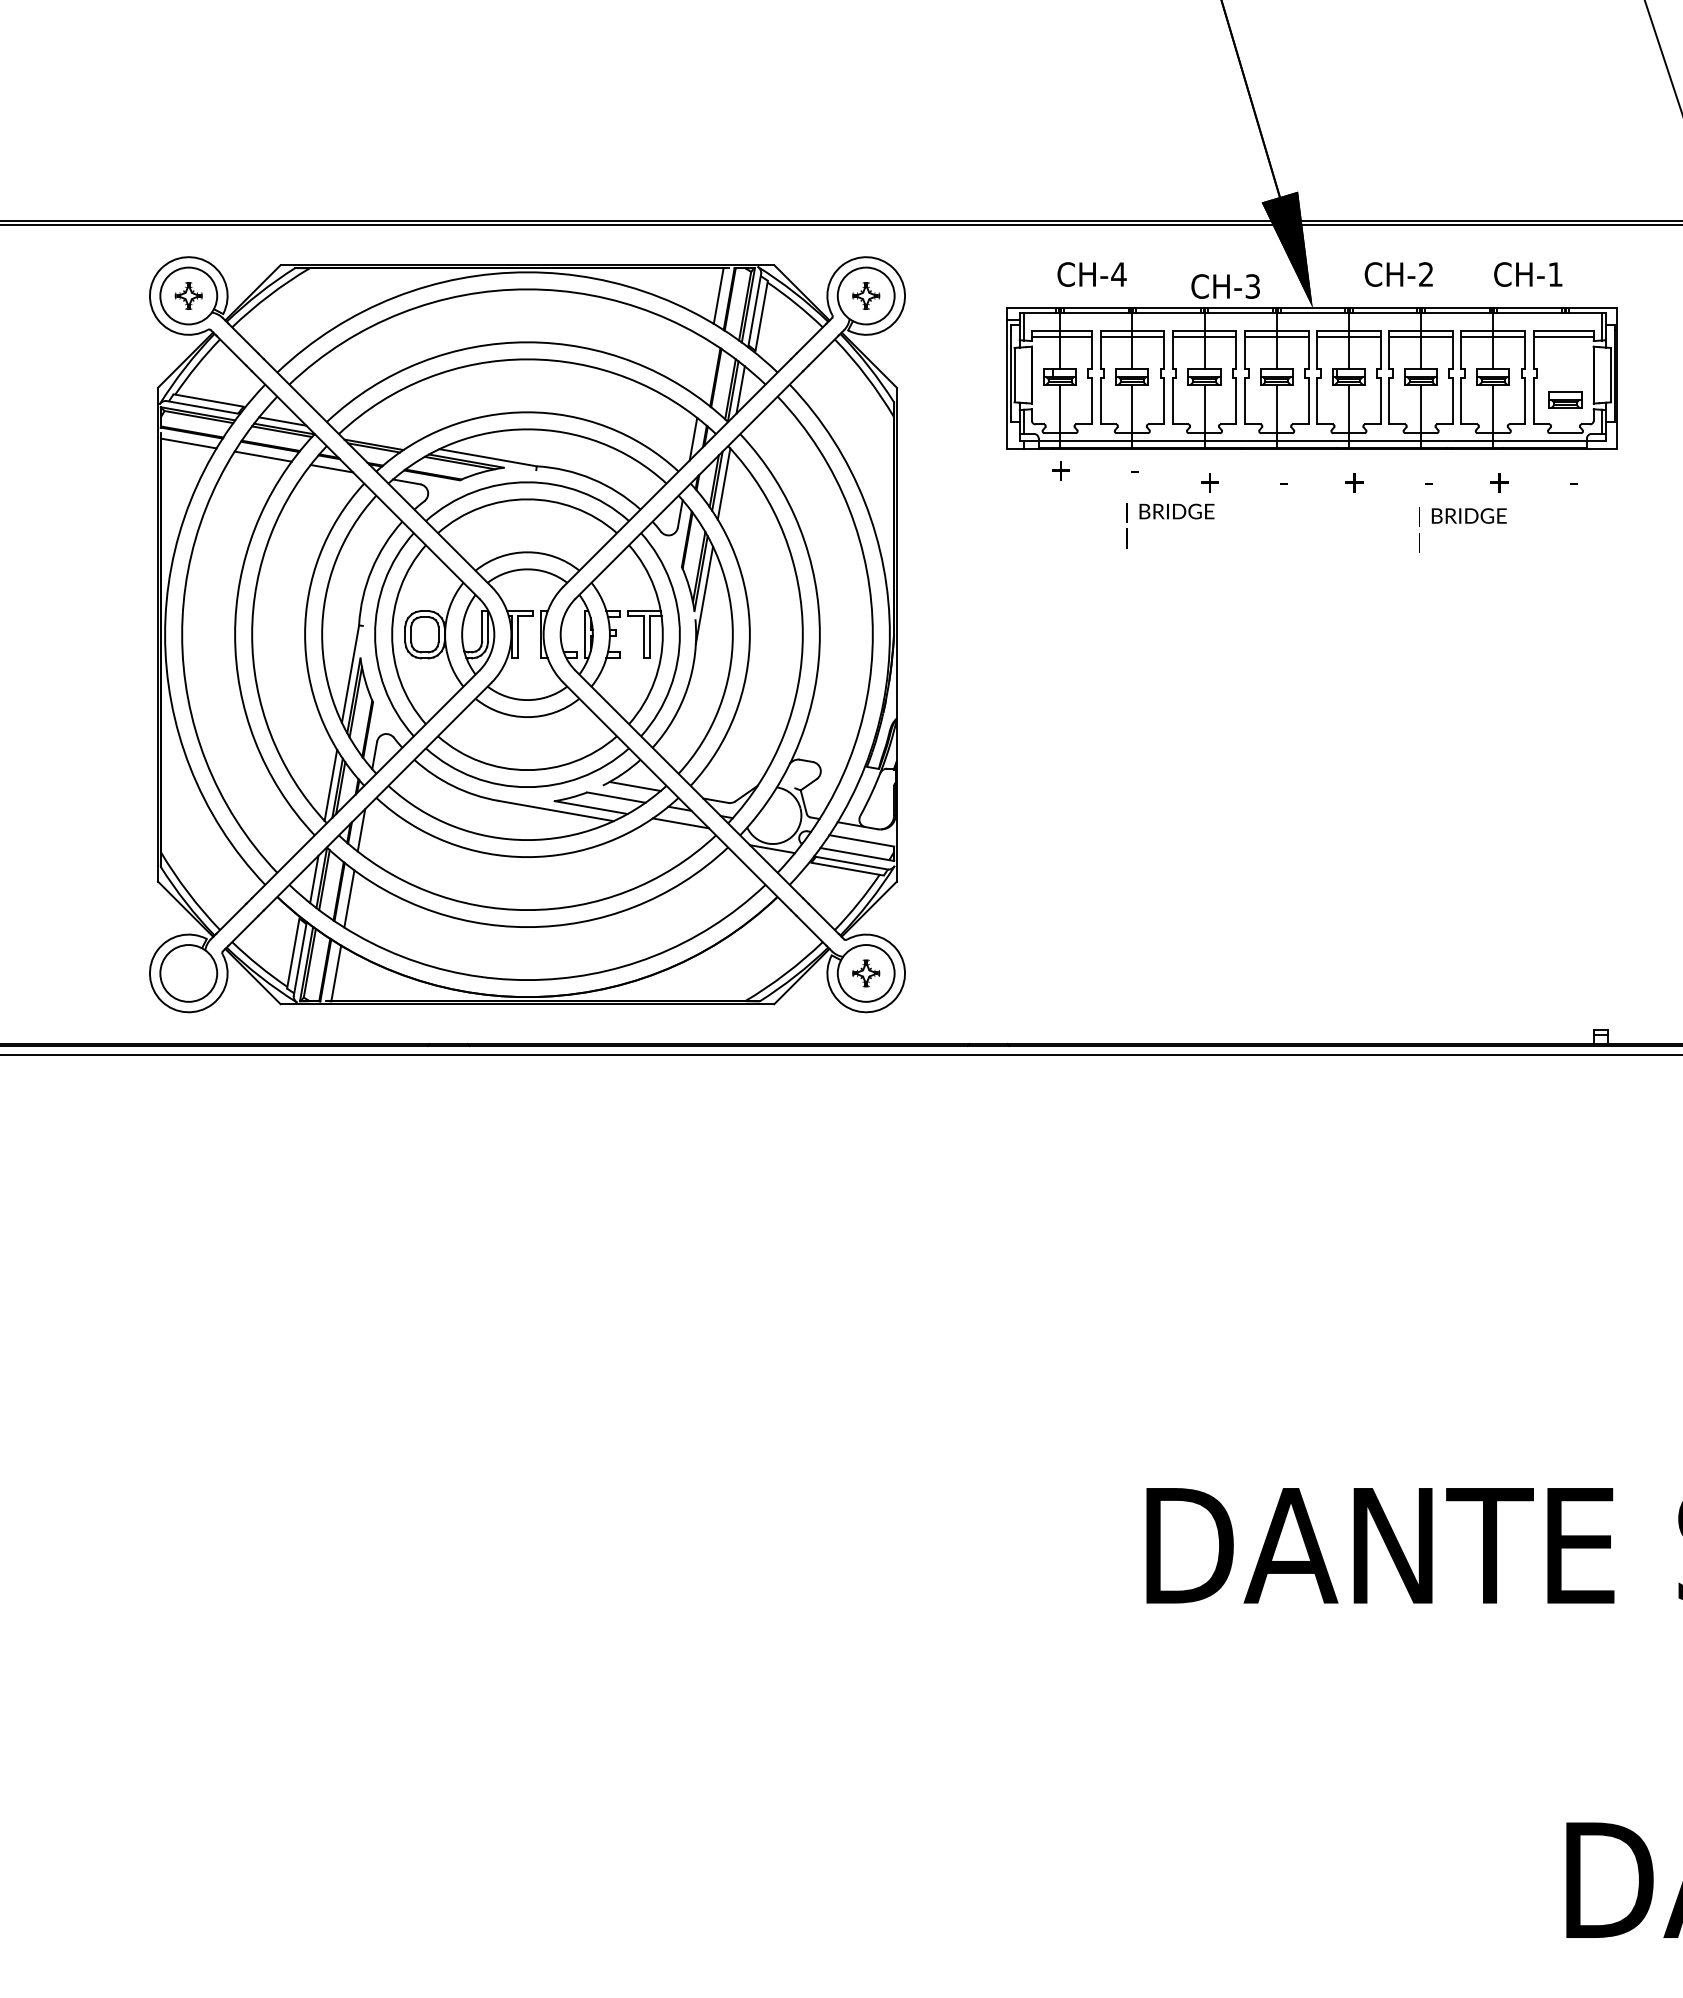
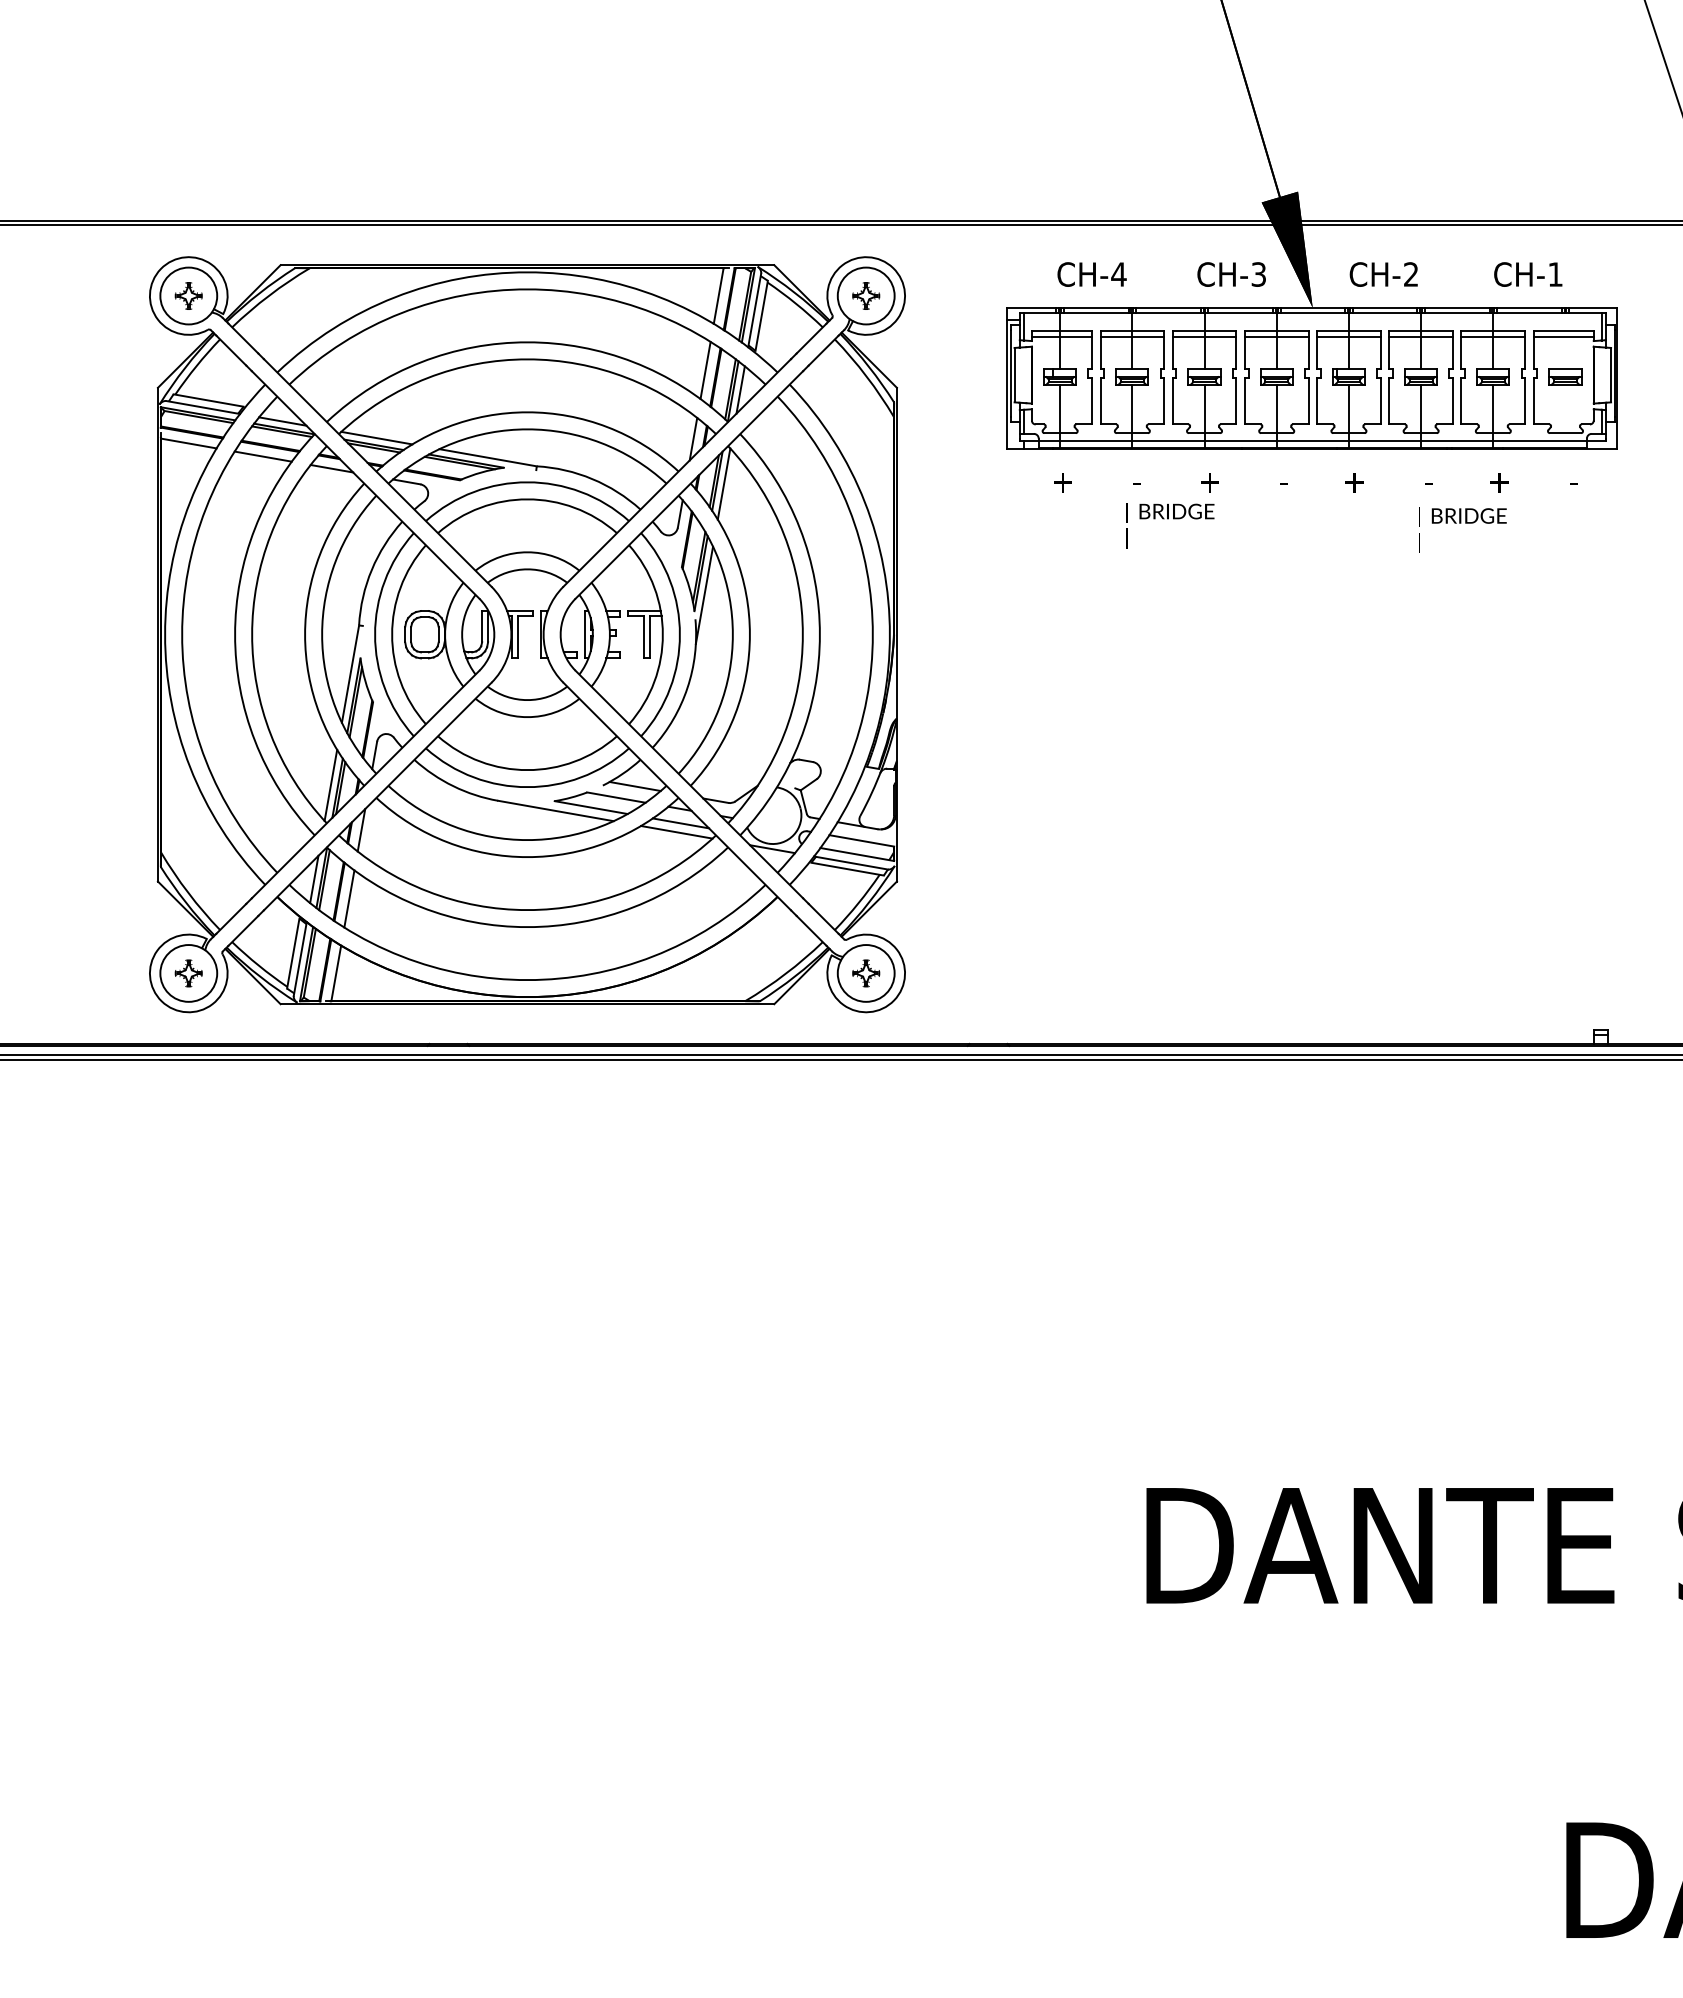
text at (1398, 274) position: (1398, 274) -> (1383, 274)
text at (1225, 286) position: (1225, 286) -> (1231, 274)
line at (705, 370): none -> present
part at (1565, 399) position: (1565, 399) -> (1565, 376)
line at (376, 437): none -> present
text at (1095, 470) position: (1095, 470) -> (1097, 482)
line at (676, 832): none -> present
part at (188, 973): none -> present
line at (840, 1060): none -> present
